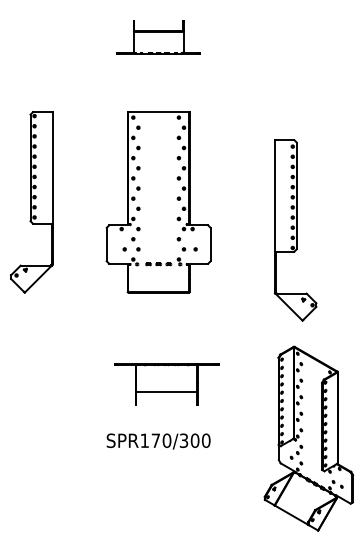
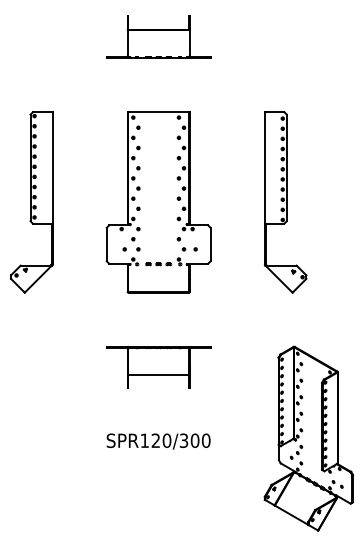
part at (158, 37) size: 85x35 px -> 106x44 px
part at (295, 230) position: (295, 230) -> (285, 202)
part at (166, 384) position: (166, 384) -> (158, 367)
text at (155, 440): SPR170/300 -> SPR120/300
